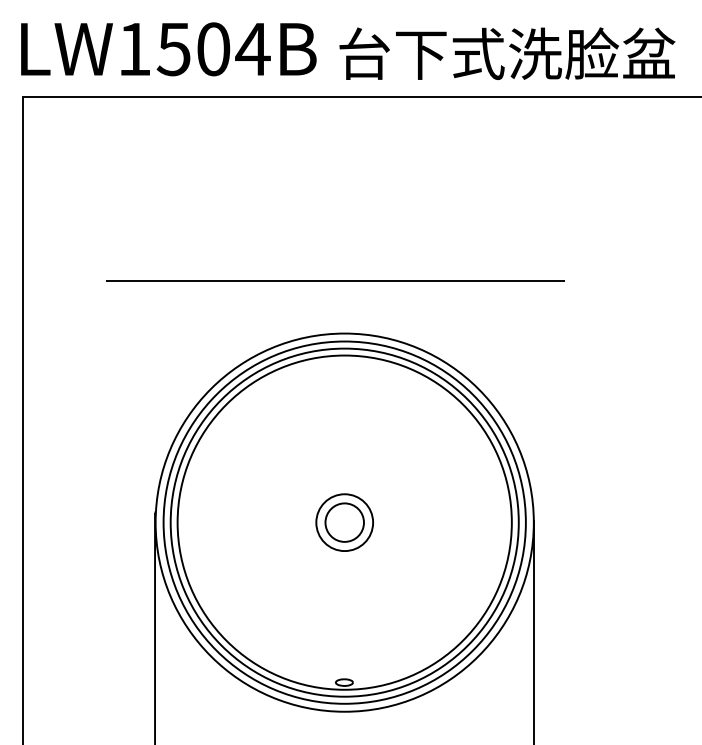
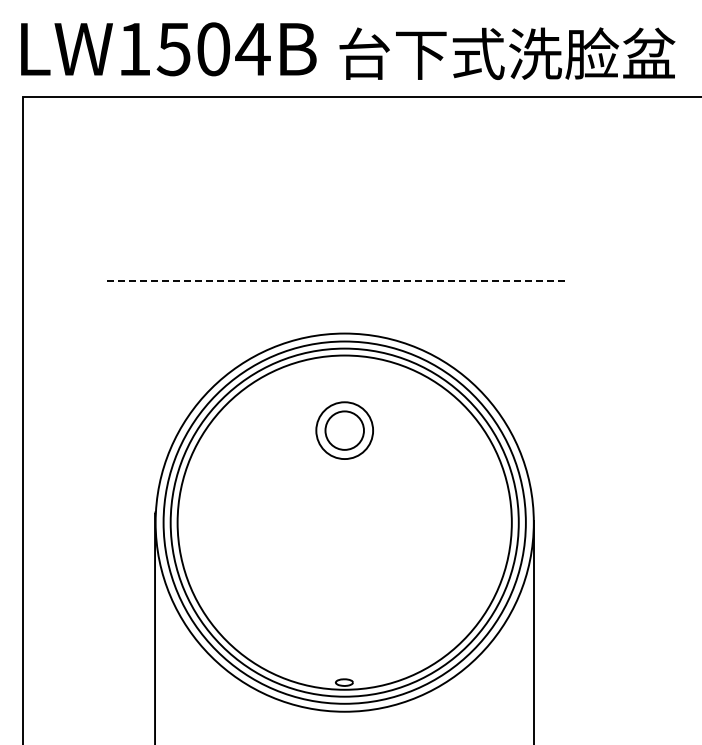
line at (335, 280): solid -> dashed
part at (344, 522) position: (344, 522) -> (344, 430)
